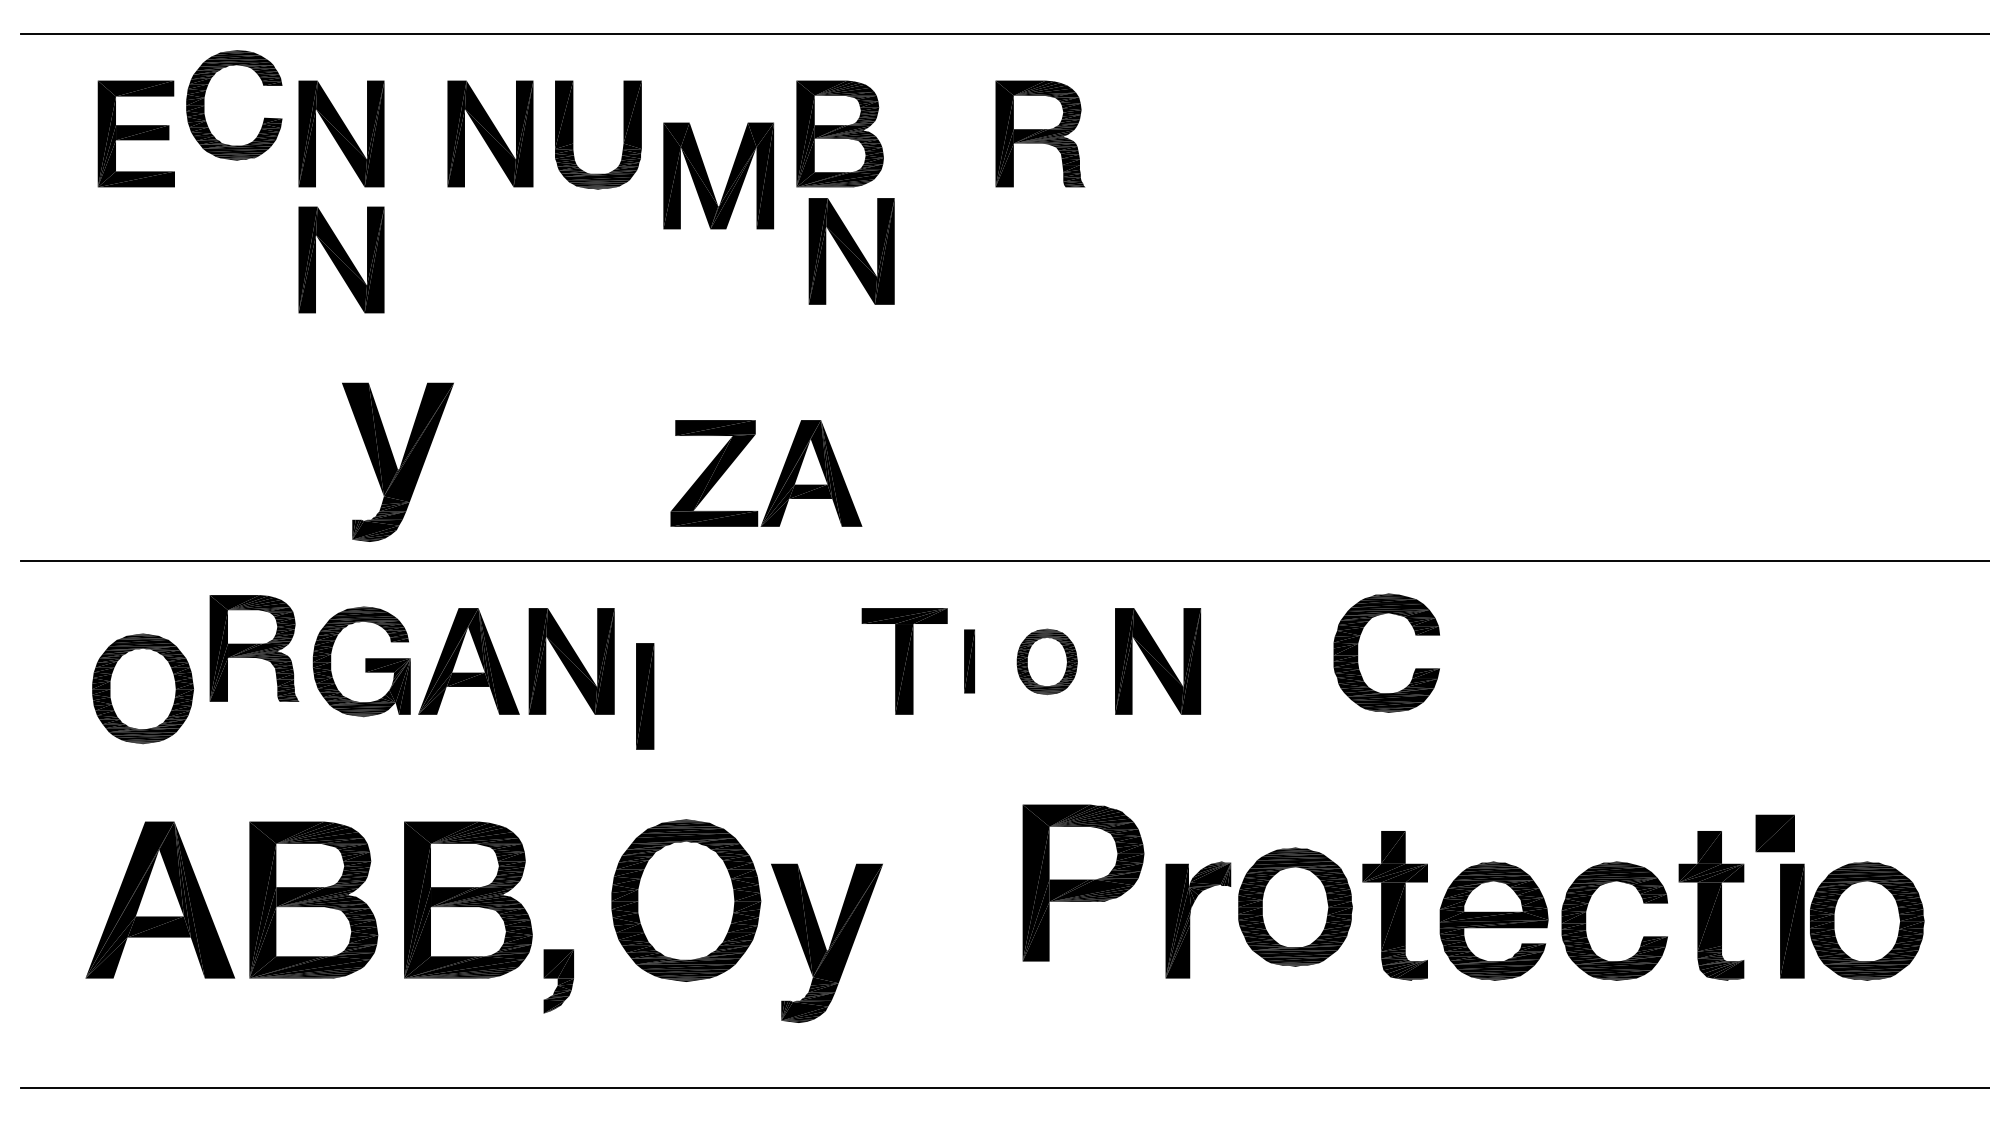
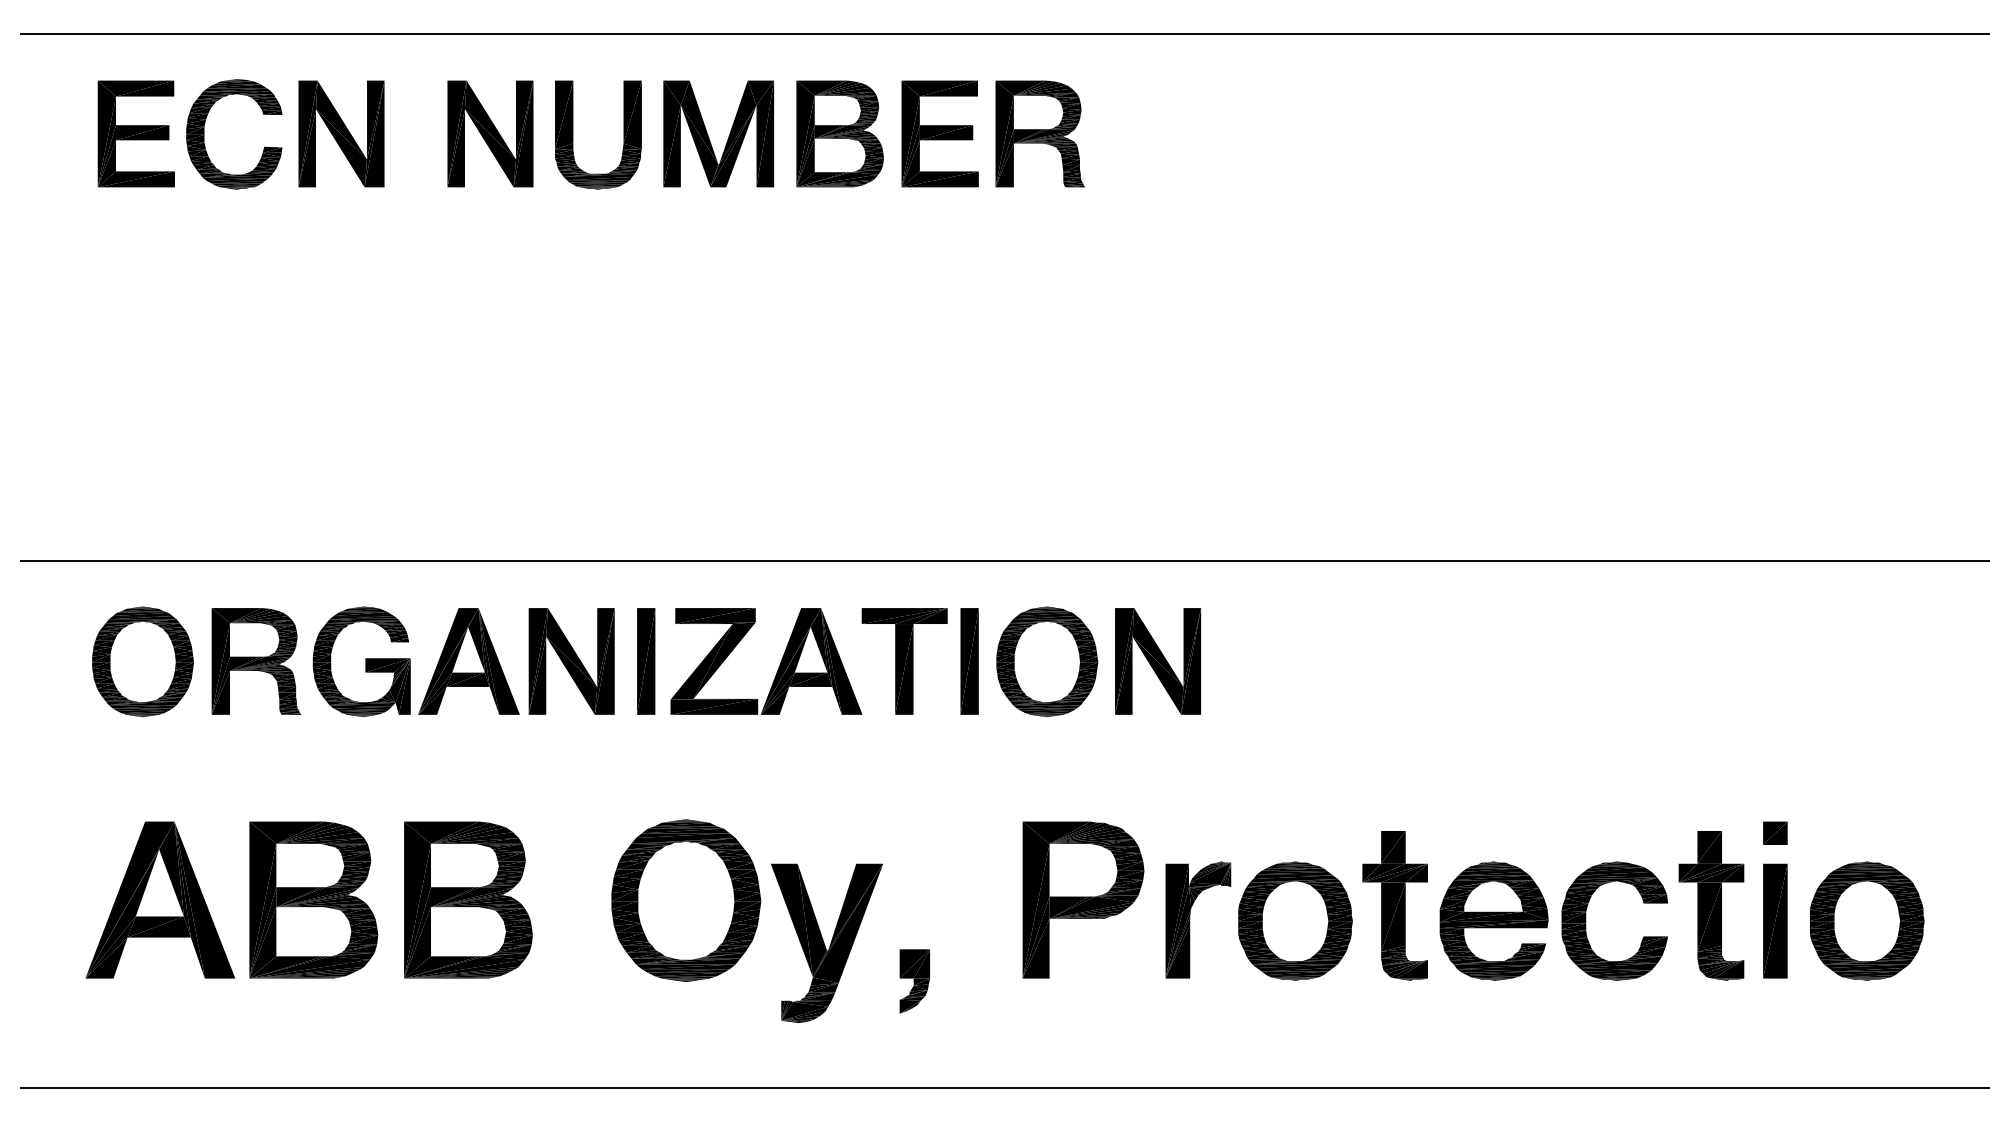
part at (204, 105) position: (204, 105) -> (204, 134)
part at (939, 133): none -> present
part at (709, 179) position: (709, 179) -> (709, 137)
part at (851, 251): present -> none
part at (341, 259): present -> none
part at (397, 461): present -> none
part at (779, 476) position: (779, 476) -> (779, 664)
part at (254, 648) position: (254, 648) -> (256, 661)
part at (1358, 652): present -> none
part at (969, 661) size: 11x65 px -> 19x107 px
part at (1046, 661) size: 62x67 px -> 103x112 px
part at (143, 688) position: (143, 688) -> (143, 661)
part at (645, 696) position: (645, 696) -> (646, 661)
part at (1774, 833) size: 40x39 px -> 25x24 px
part at (1083, 882) position: (1083, 882) -> (1083, 899)
part at (1295, 906) position: (1295, 906) -> (1295, 920)
part at (1792, 920) position: (1792, 920) -> (1775, 920)
part at (558, 981) position: (558, 981) -> (914, 981)
